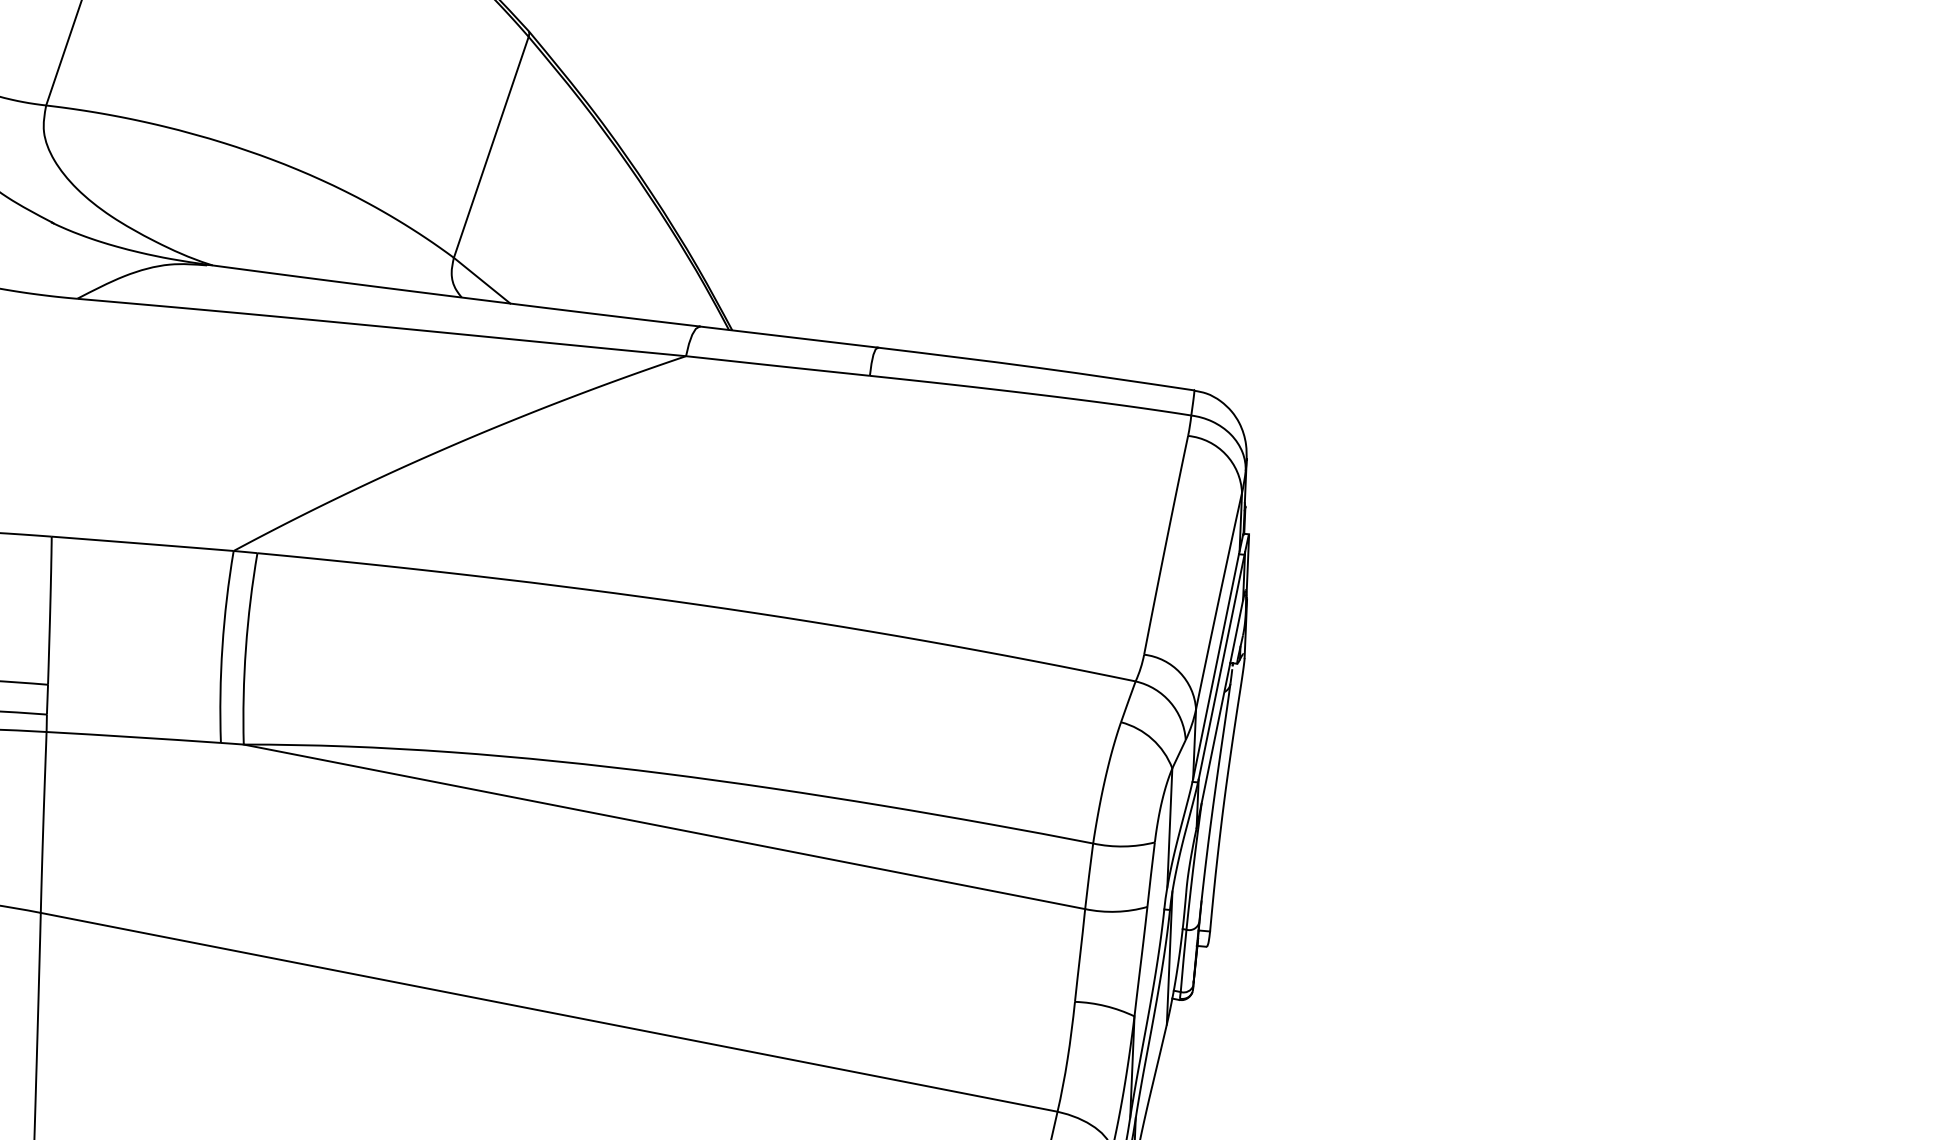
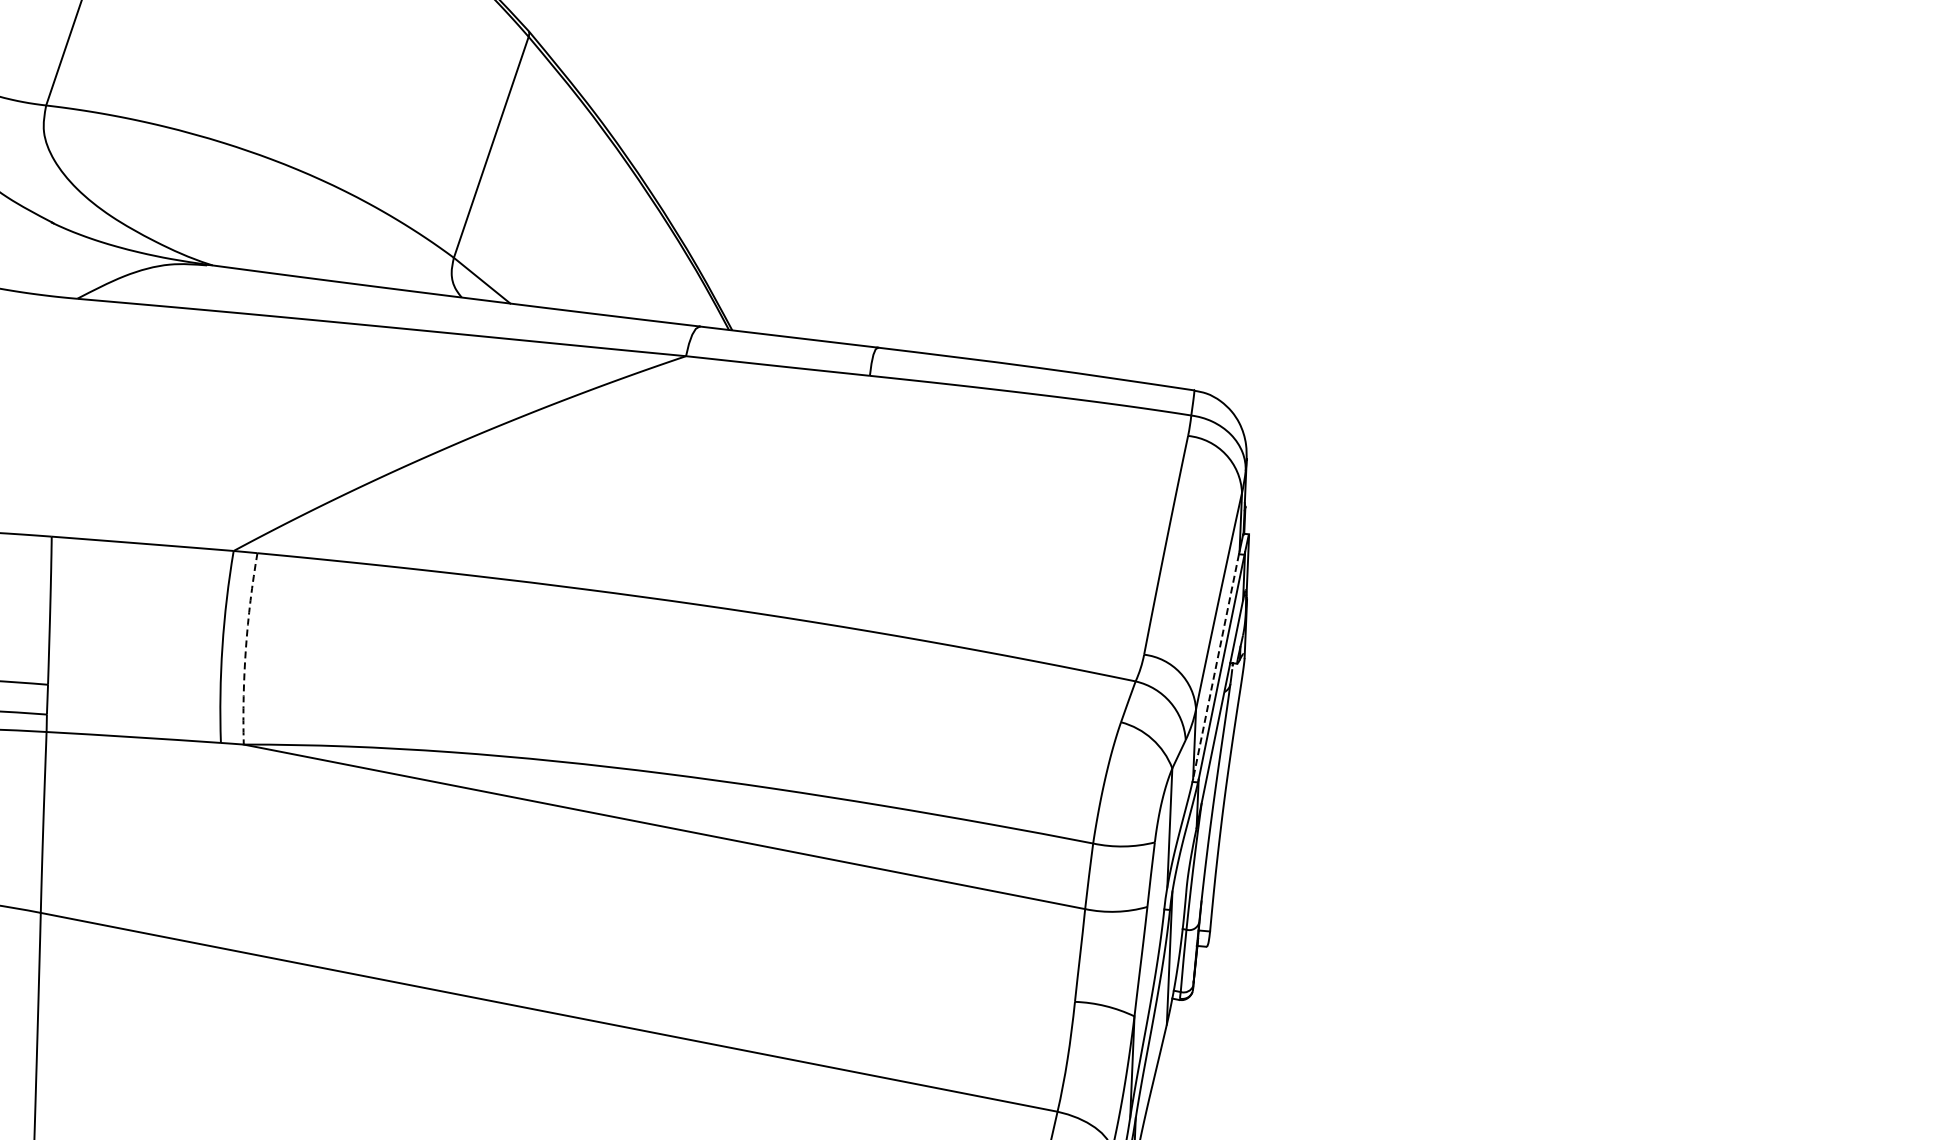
arc at (245, 648): solid -> dashed
line at (1216, 666): solid -> dashed
